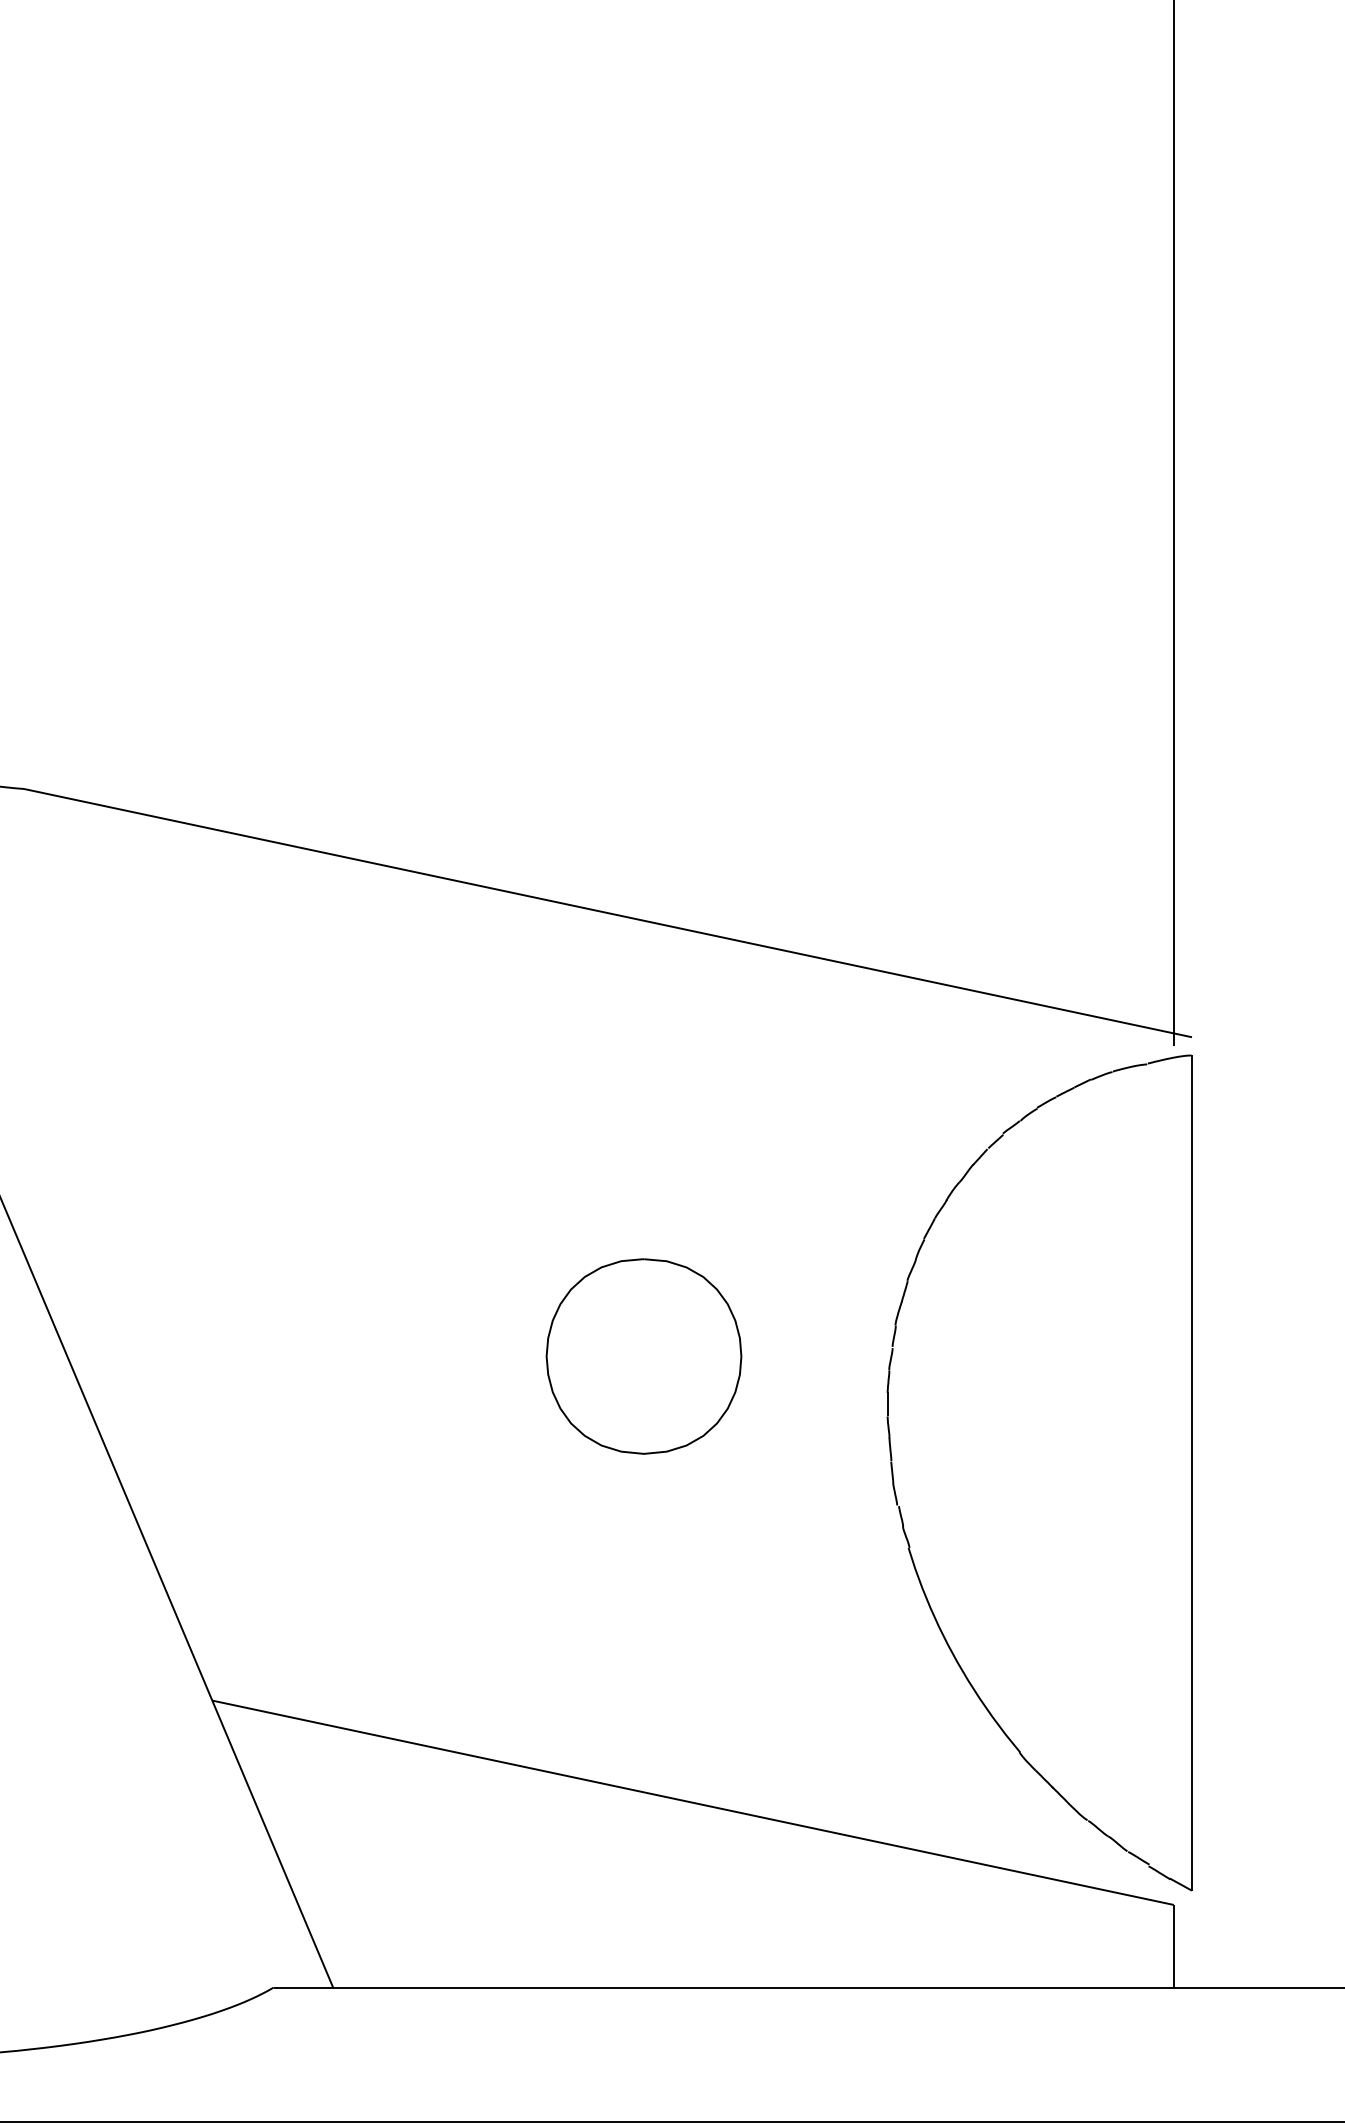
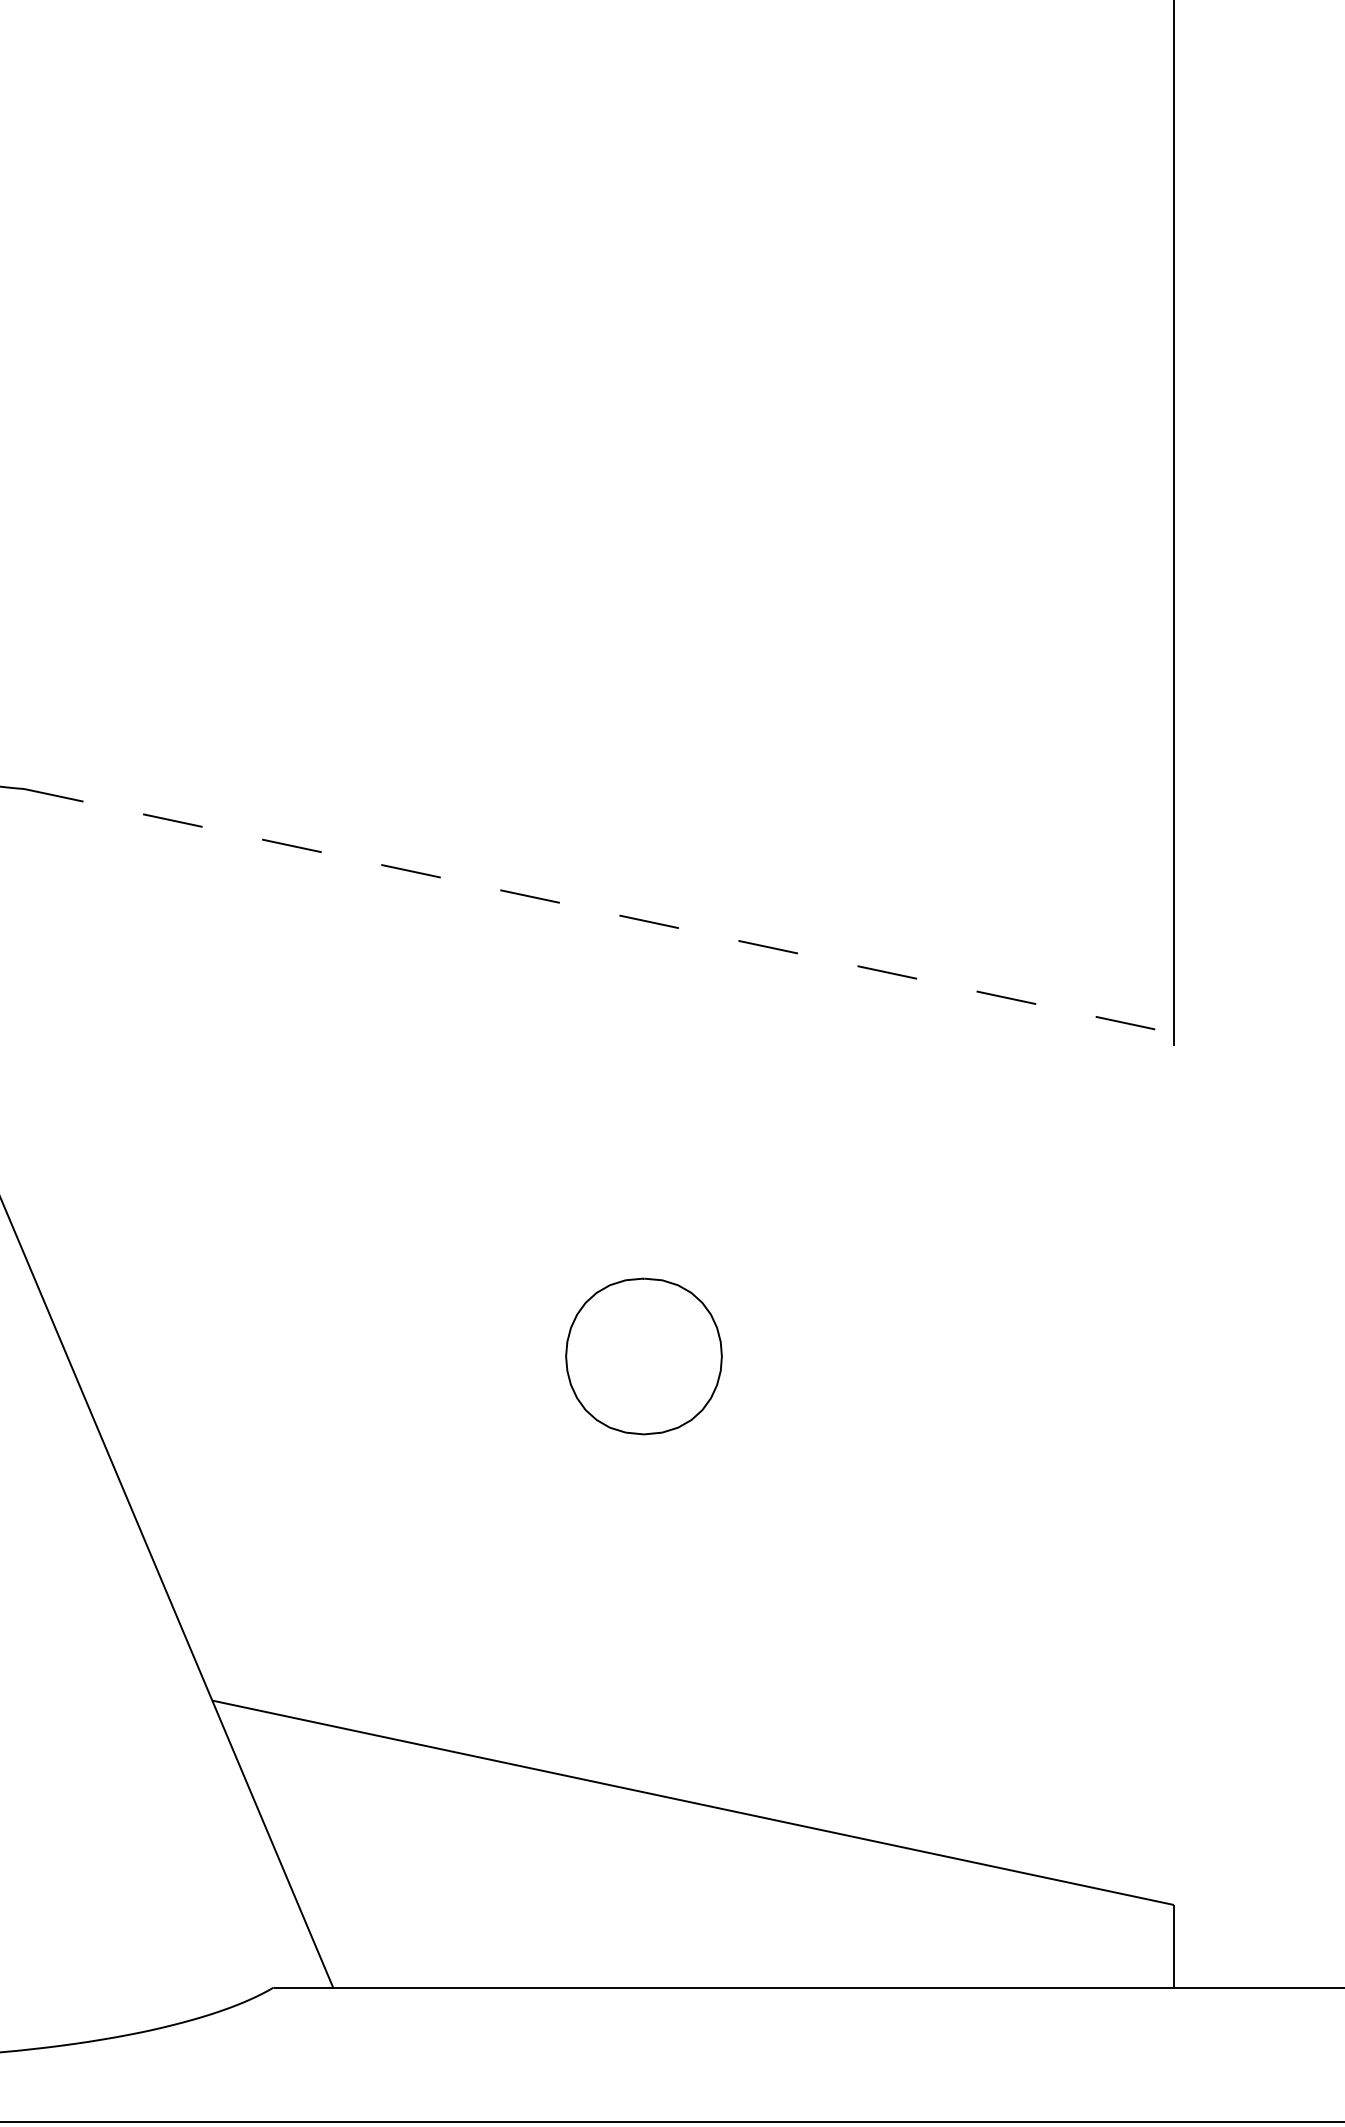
line at (608, 913): solid -> dashed
part at (643, 1356) size: 198x197 px -> 158x159 px
part at (900, 1507): present -> none
